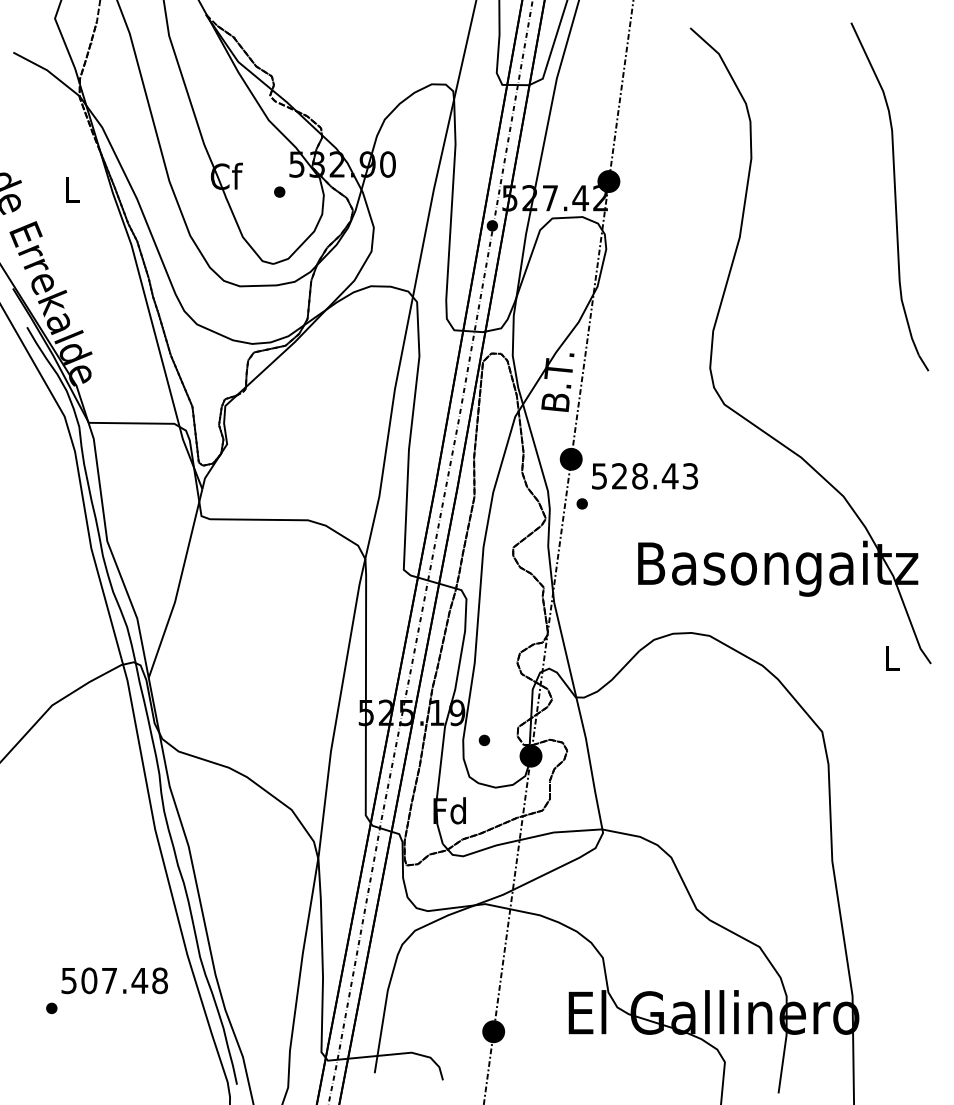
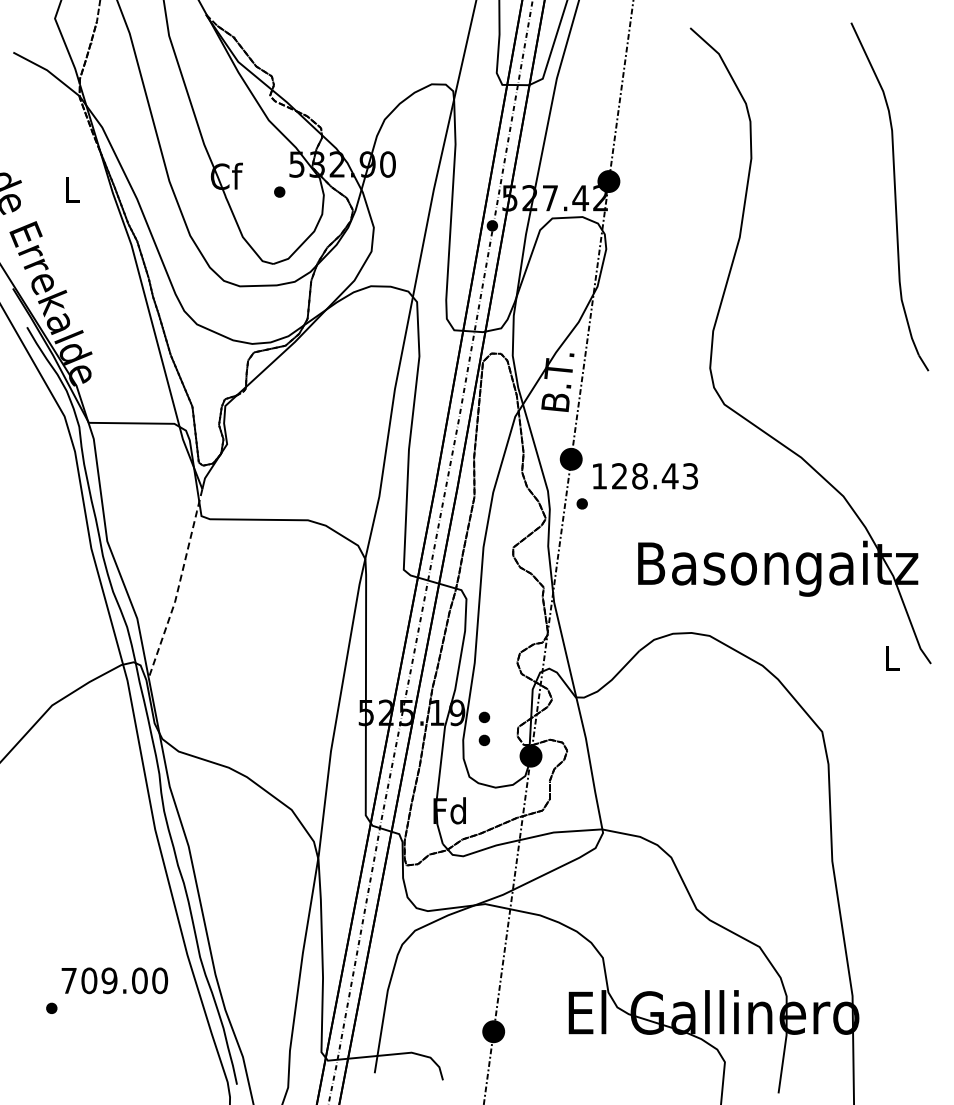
text at (599, 476): 528.43 -> 128.43
line at (179, 584): solid -> dashed
part at (484, 716): none -> present
text at (114, 980): 507.48 -> 709.00
